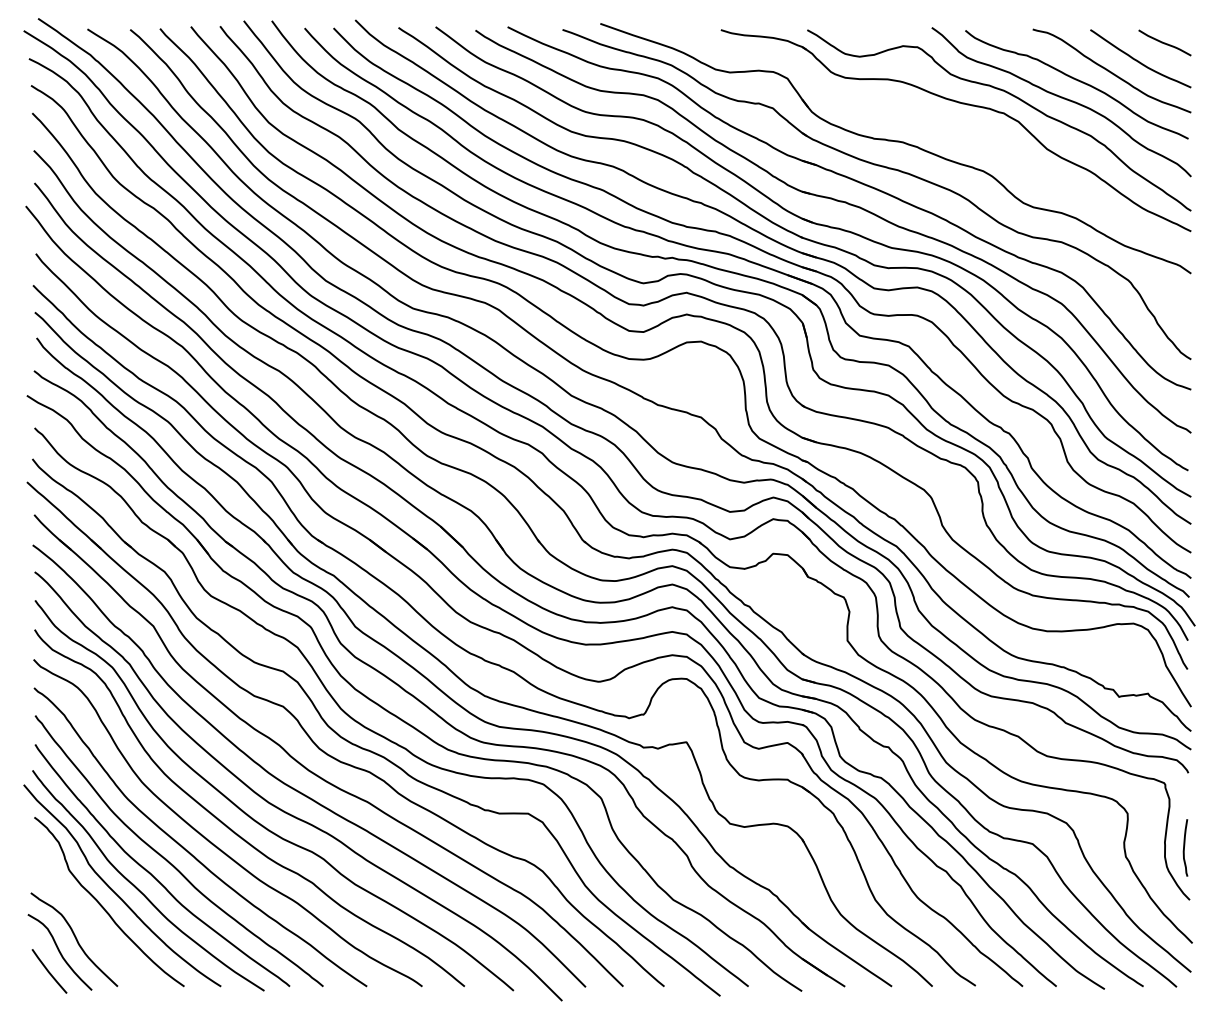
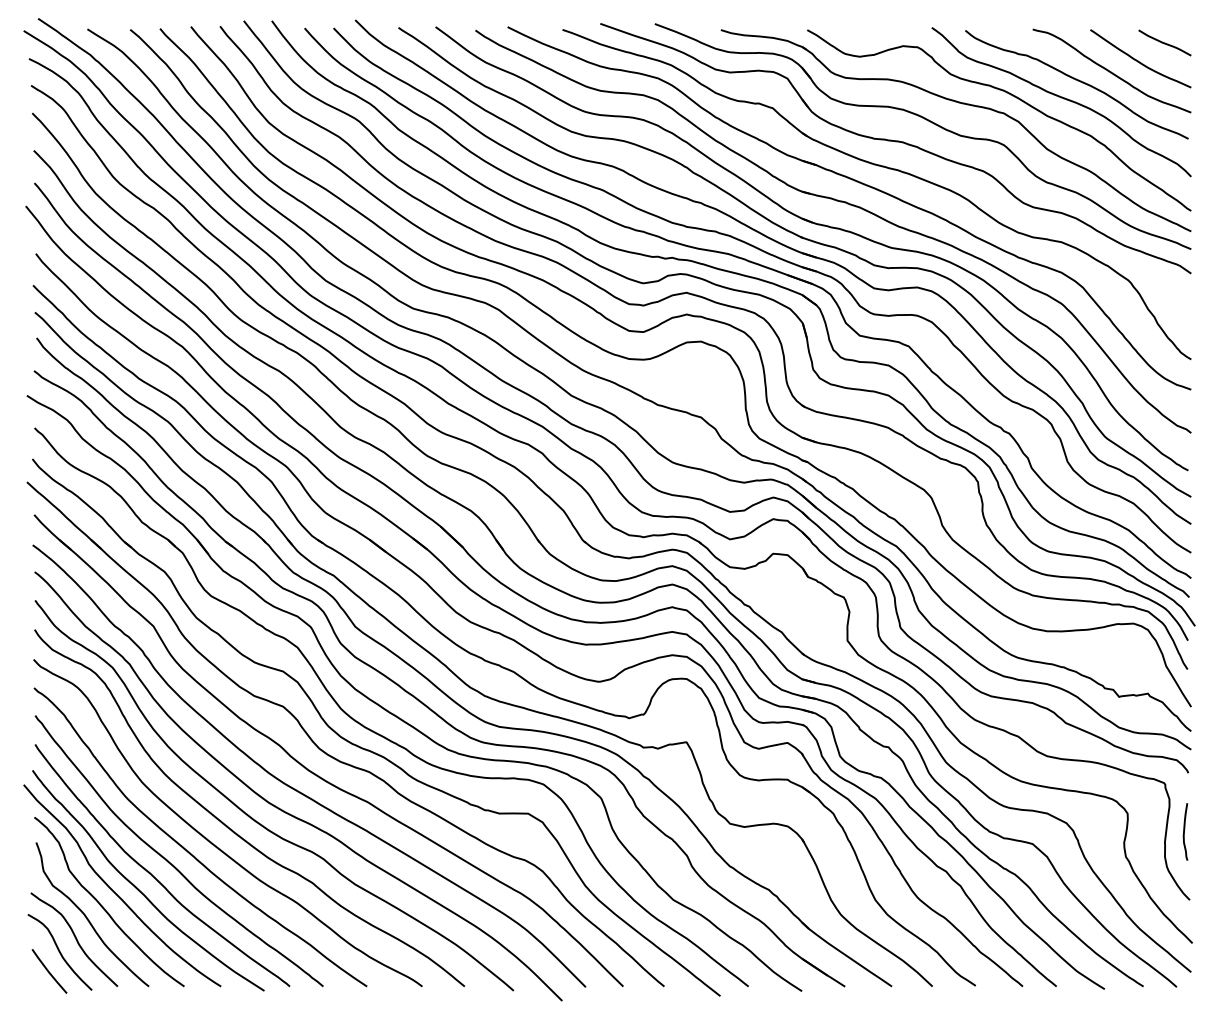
part at (931, 123): none -> present
curve at (1184, 847) position: (1184, 847) -> (1184, 831)
curve at (88, 918): none -> present
